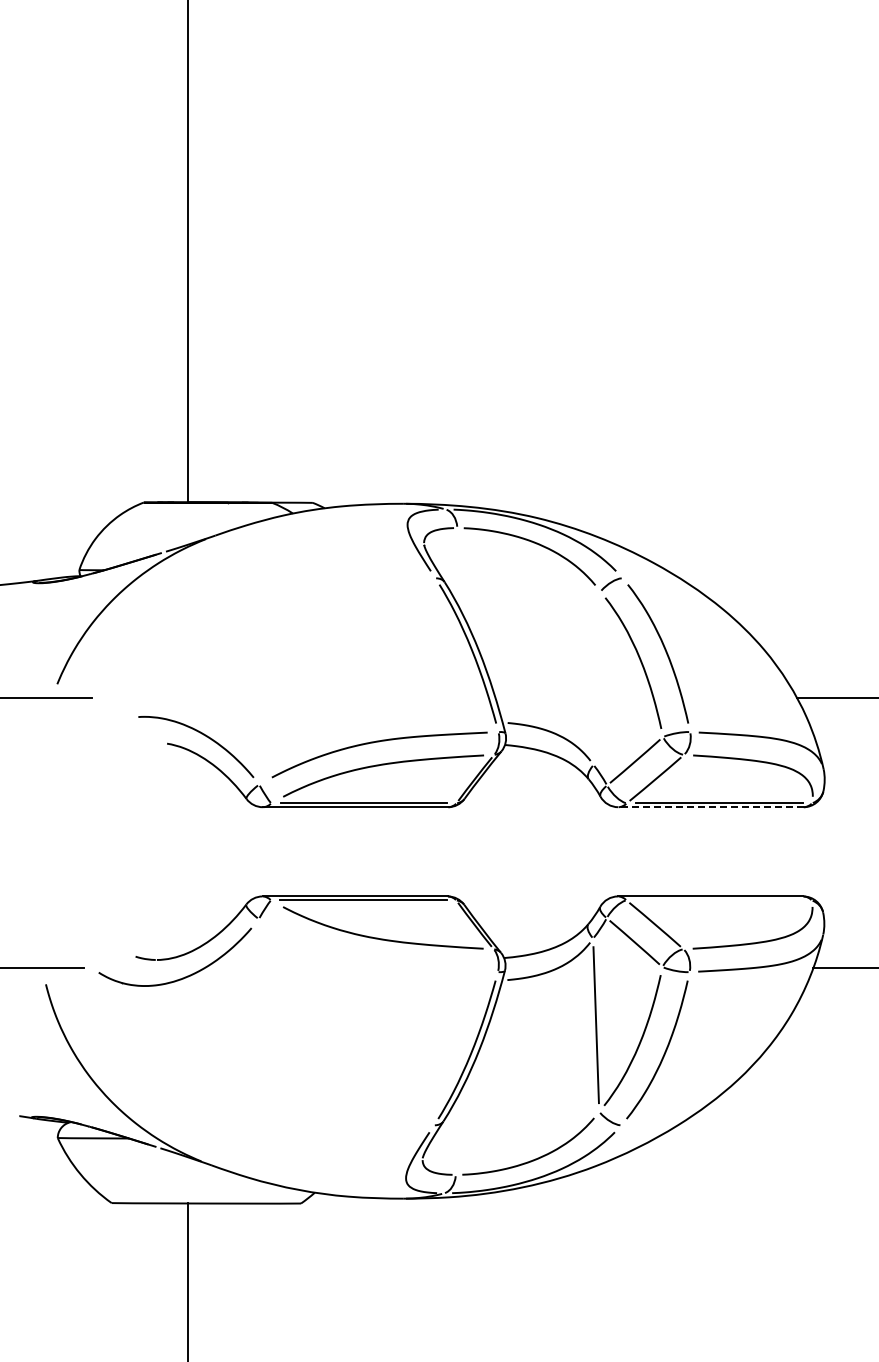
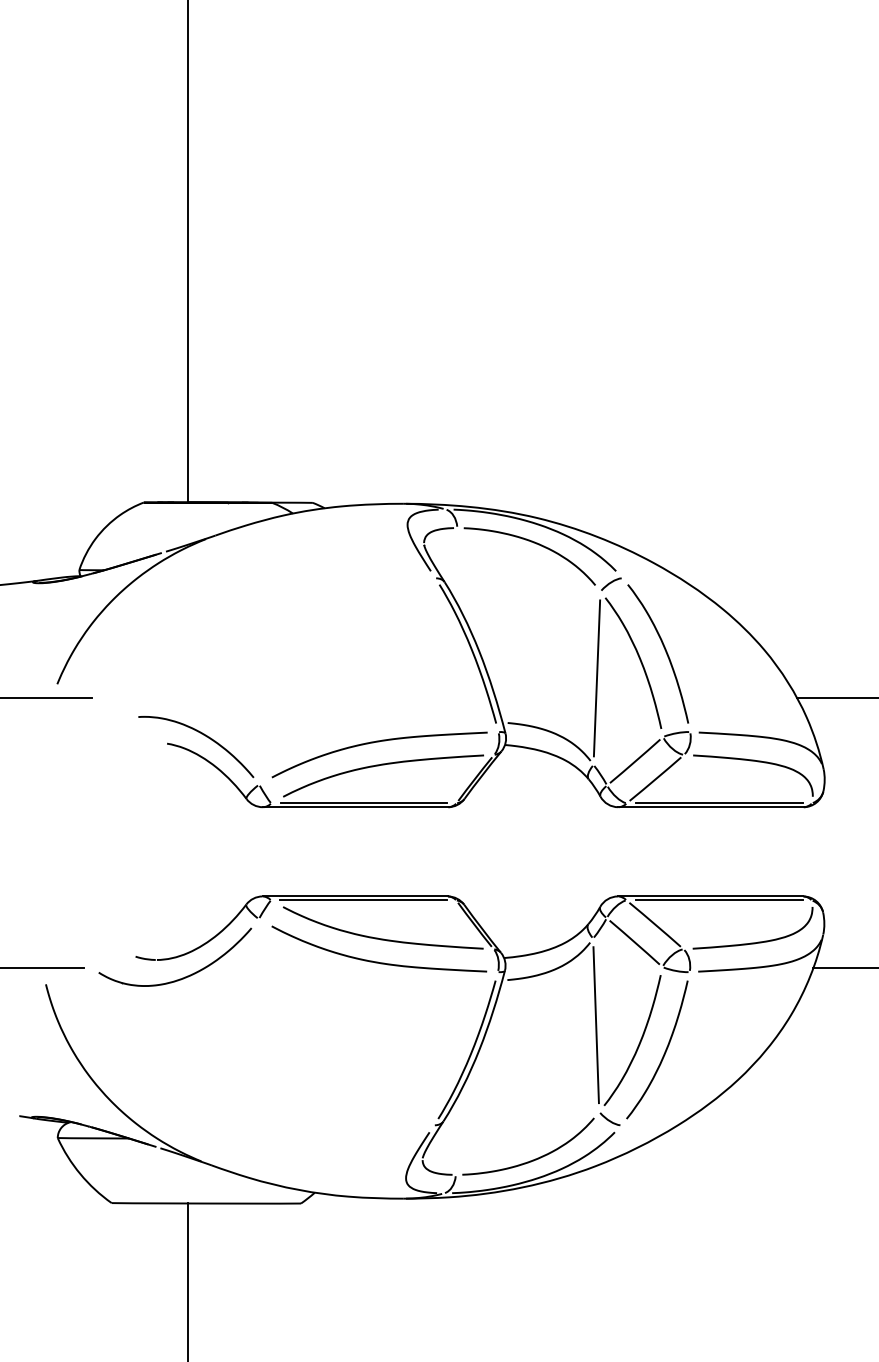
line at (596, 678): none -> present
line at (710, 807): dashed -> solid
line at (718, 900): none -> present
curve at (378, 961): none -> present
